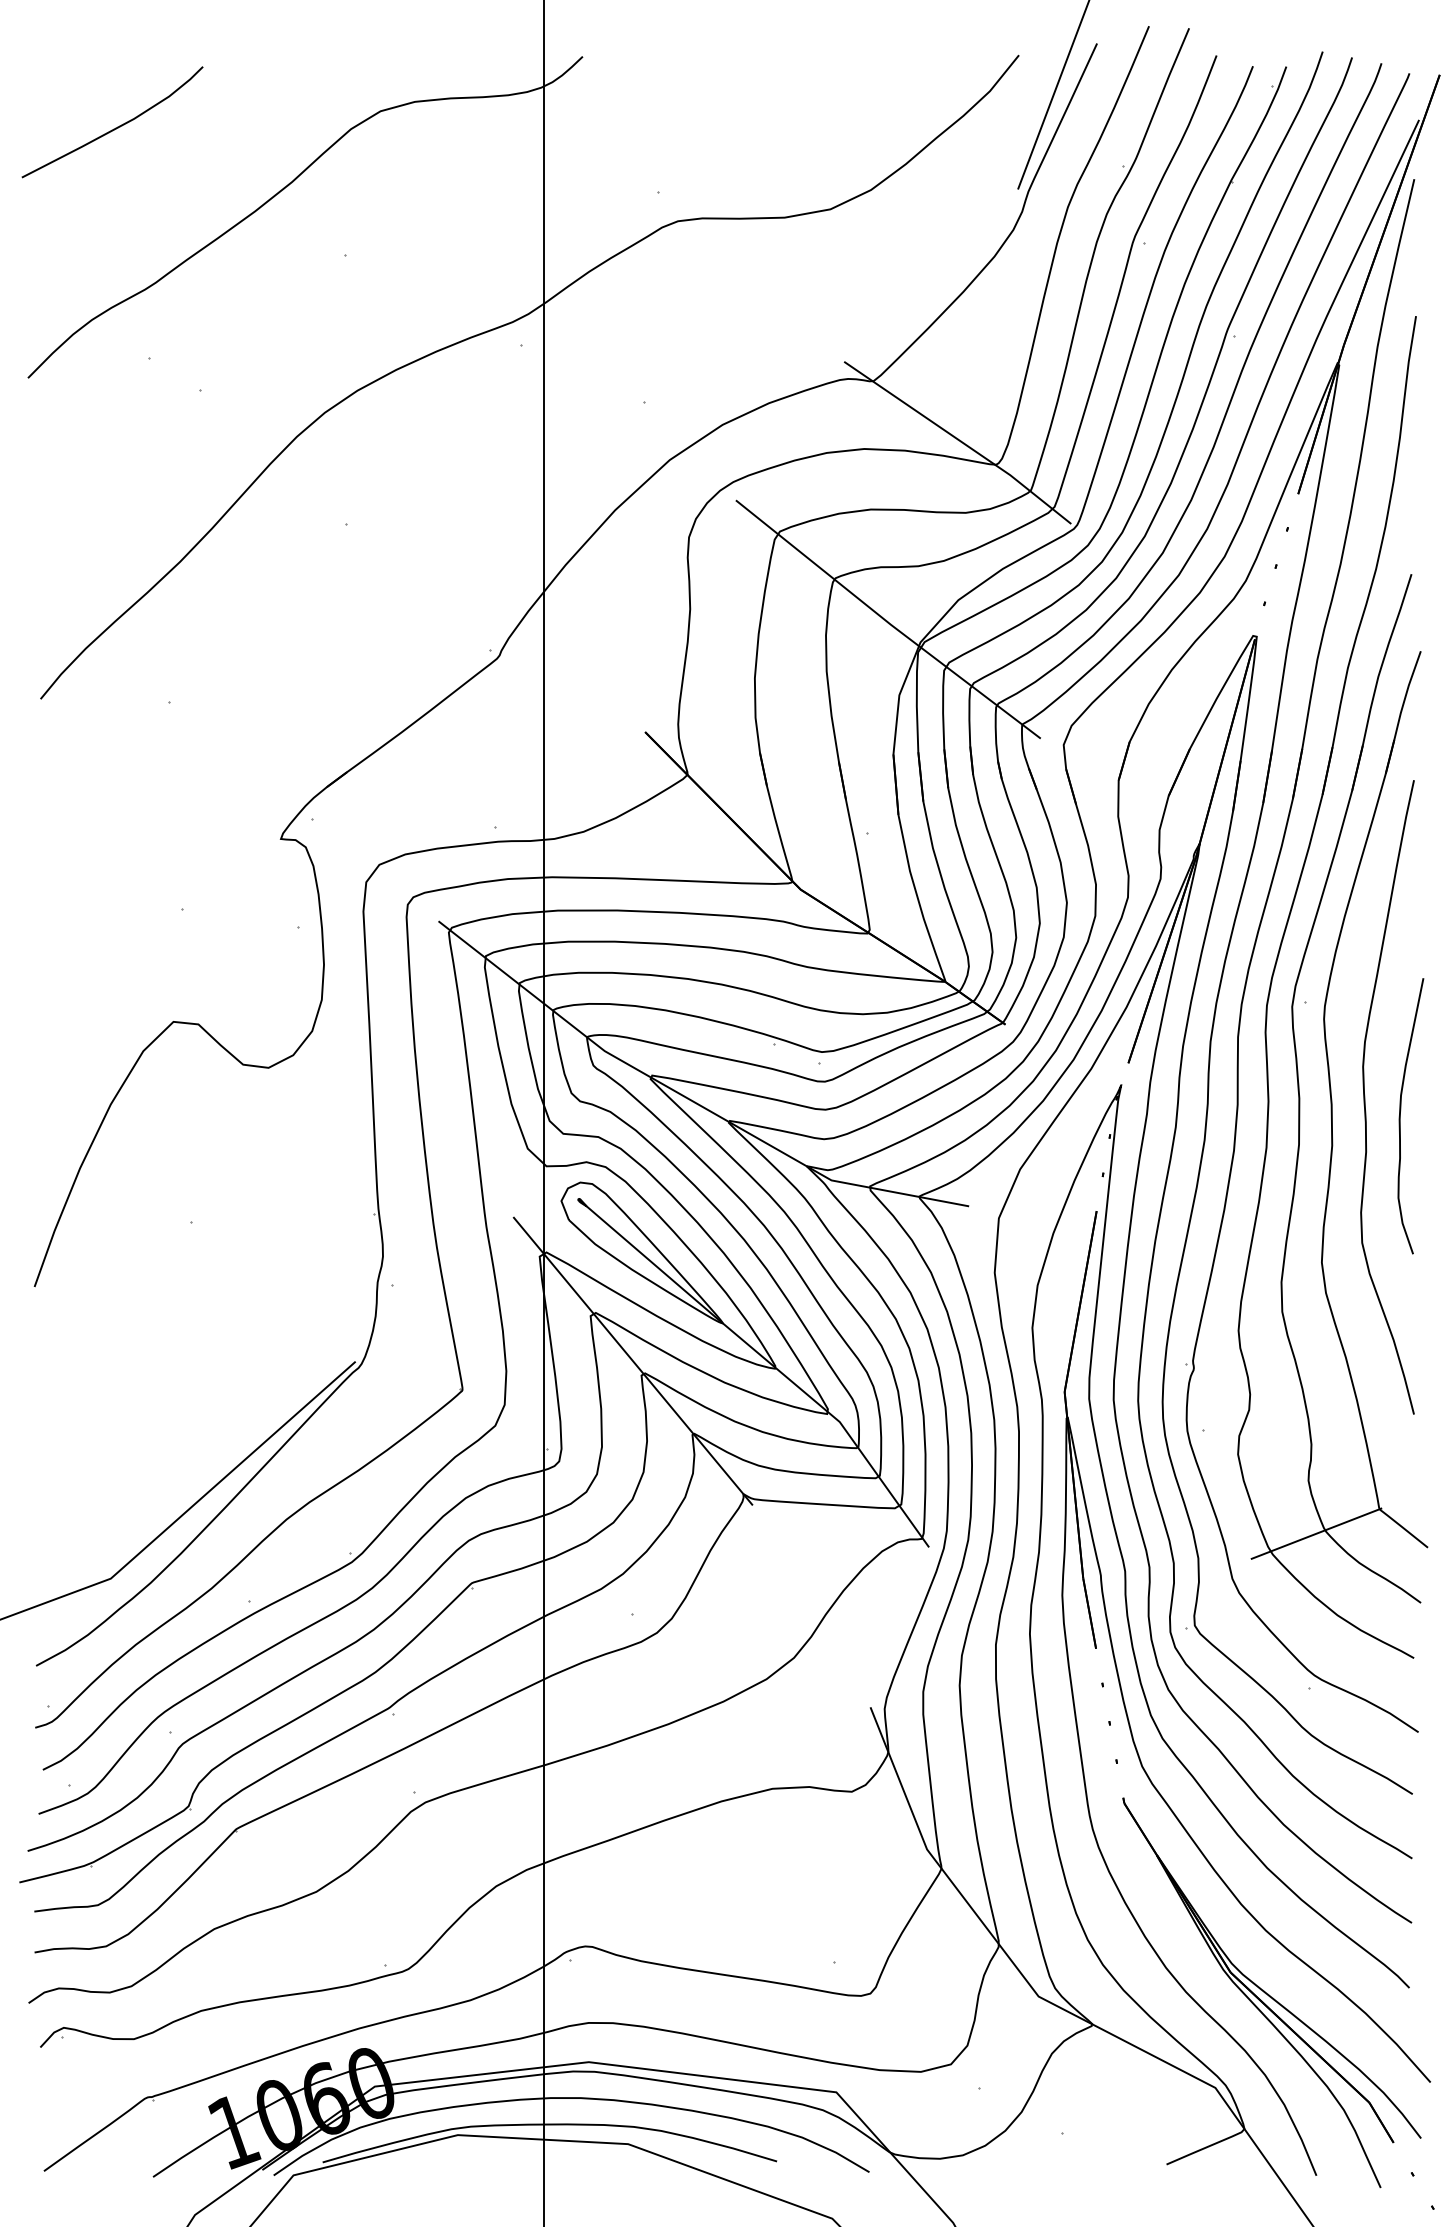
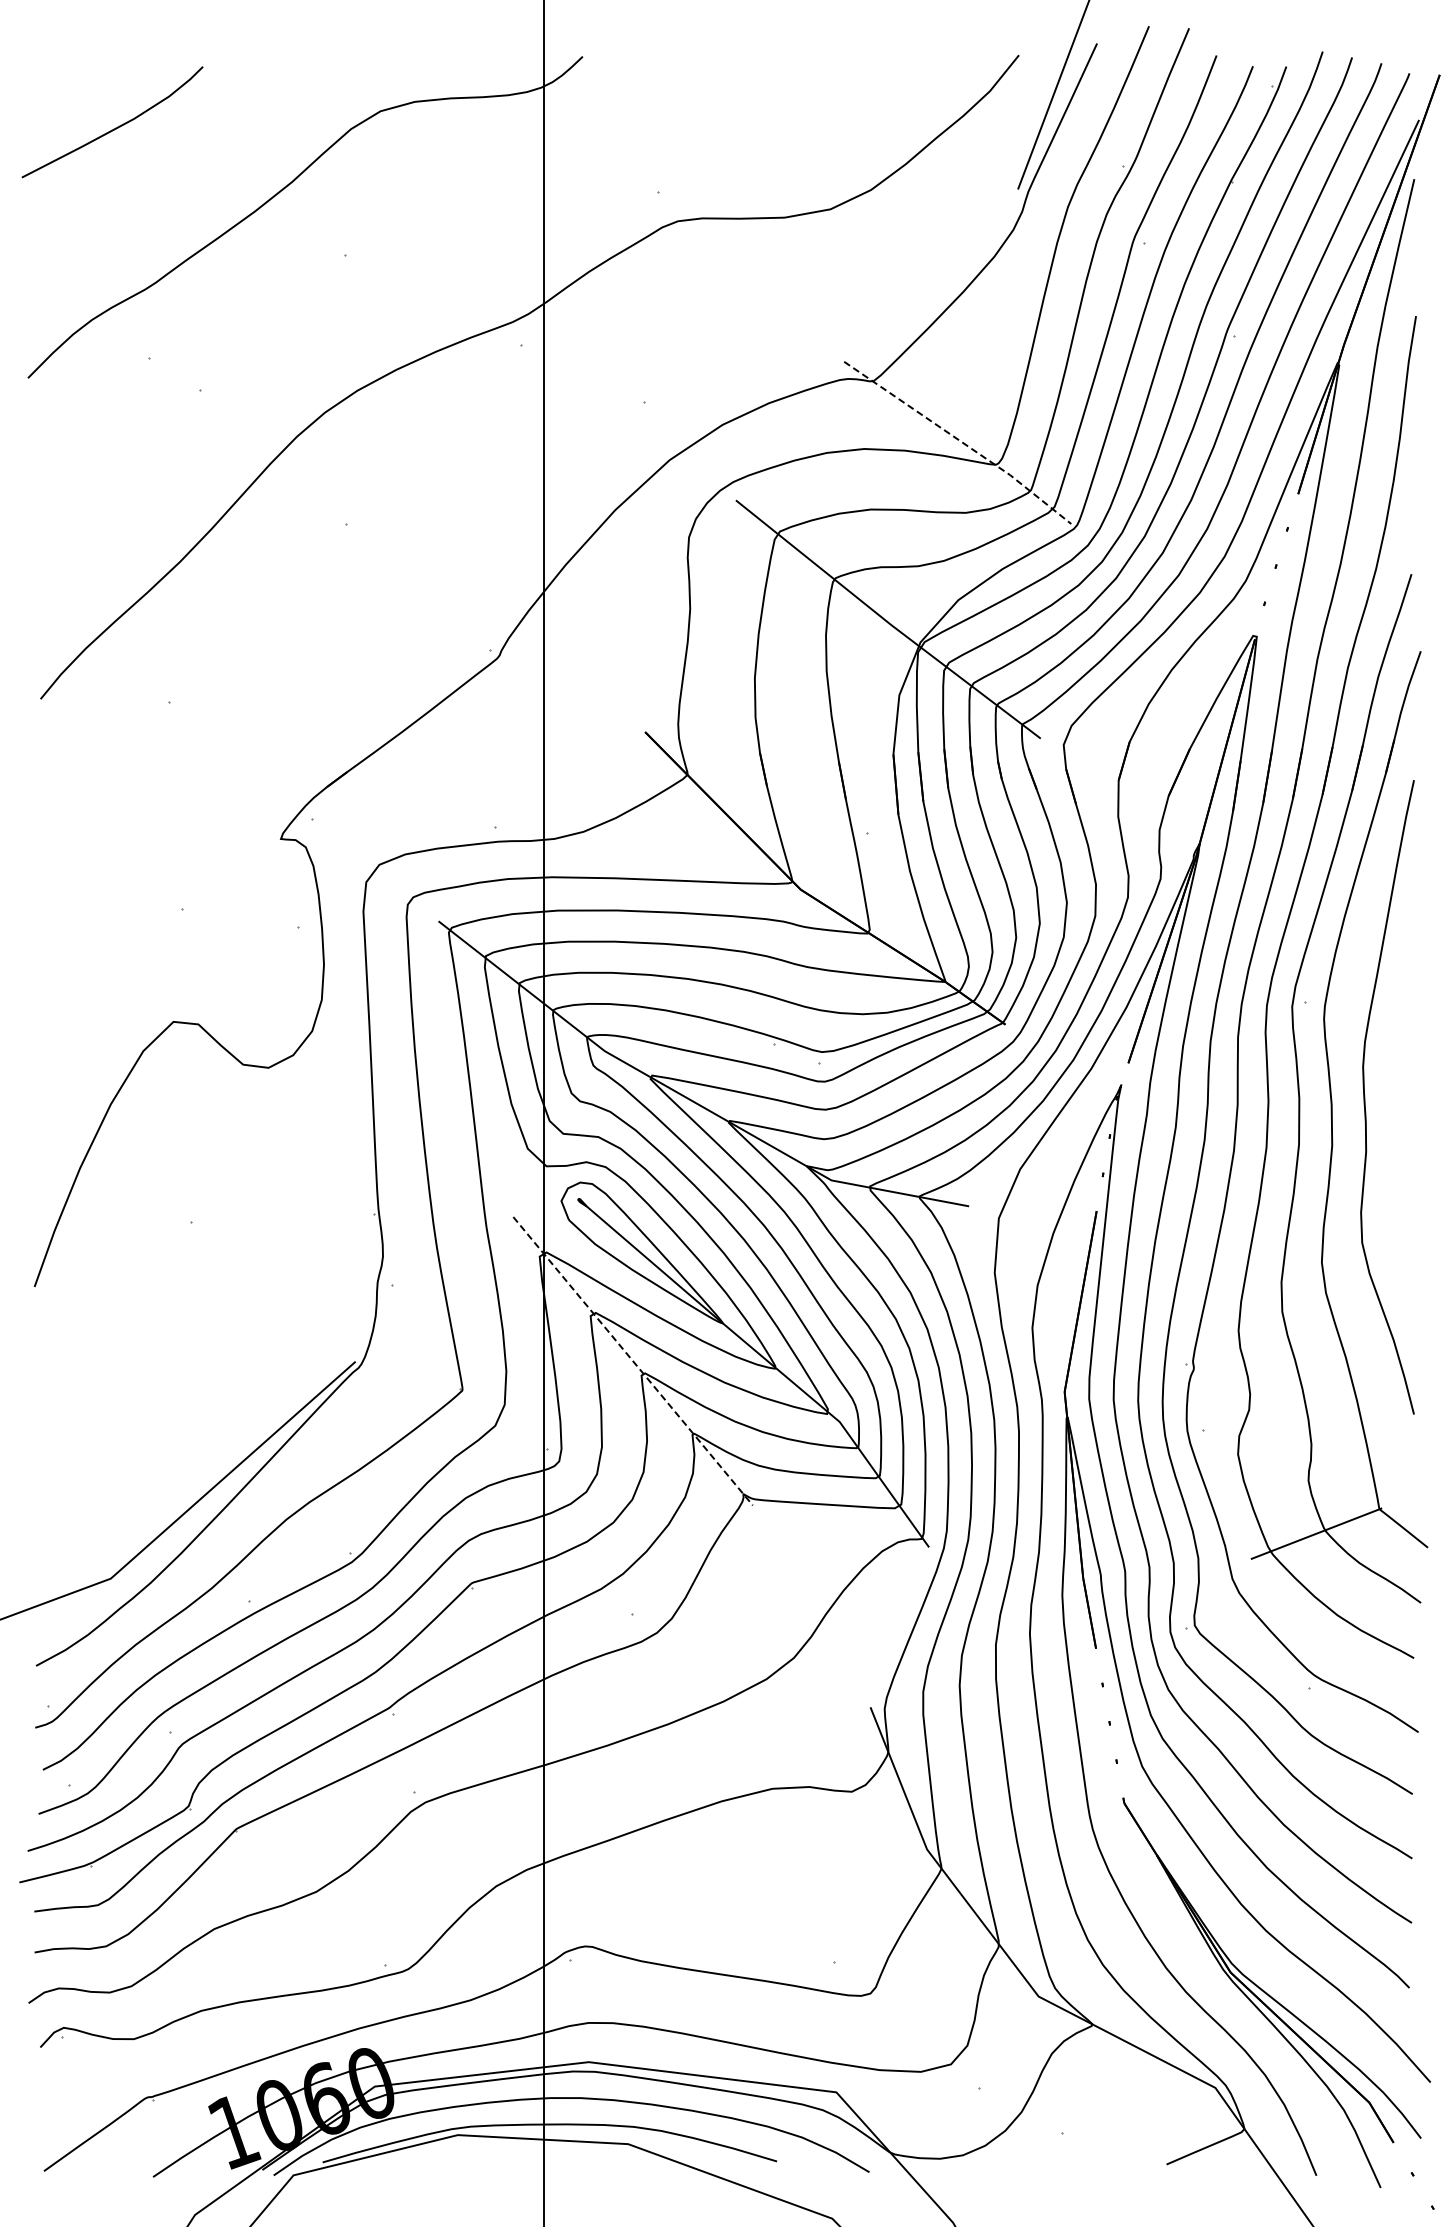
line at (960, 440): solid -> dashed
curve at (1400, 1116): present -> none
line at (633, 1361): solid -> dashed
